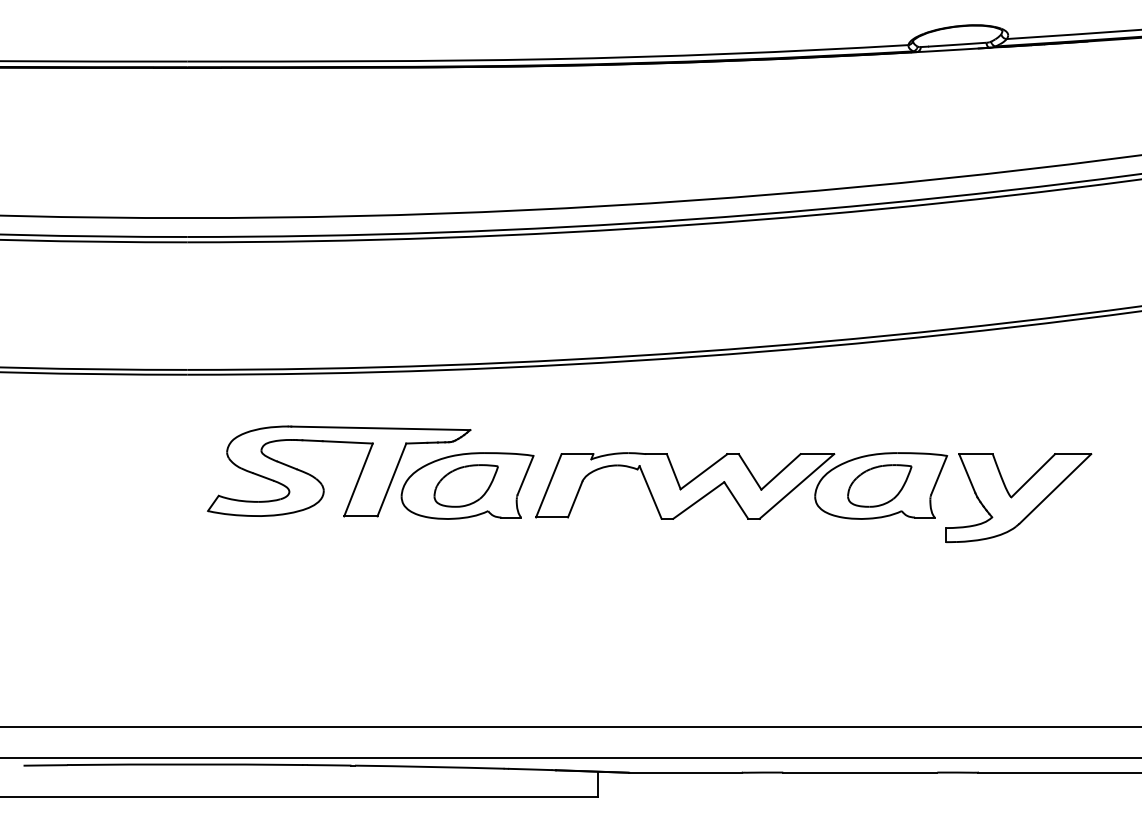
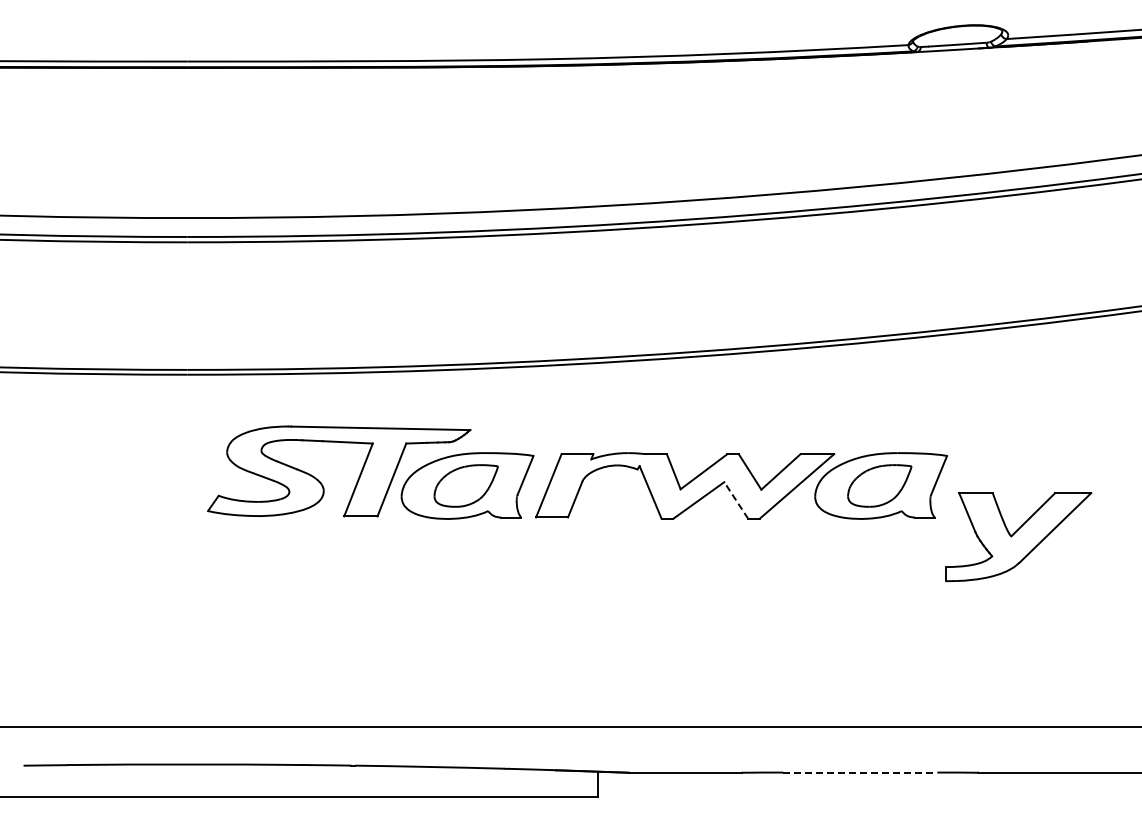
part at (1018, 497) position: (1018, 497) -> (1018, 536)
line at (736, 500): solid -> dashed
line at (570, 758): present -> none
line at (860, 772): solid -> dashed
